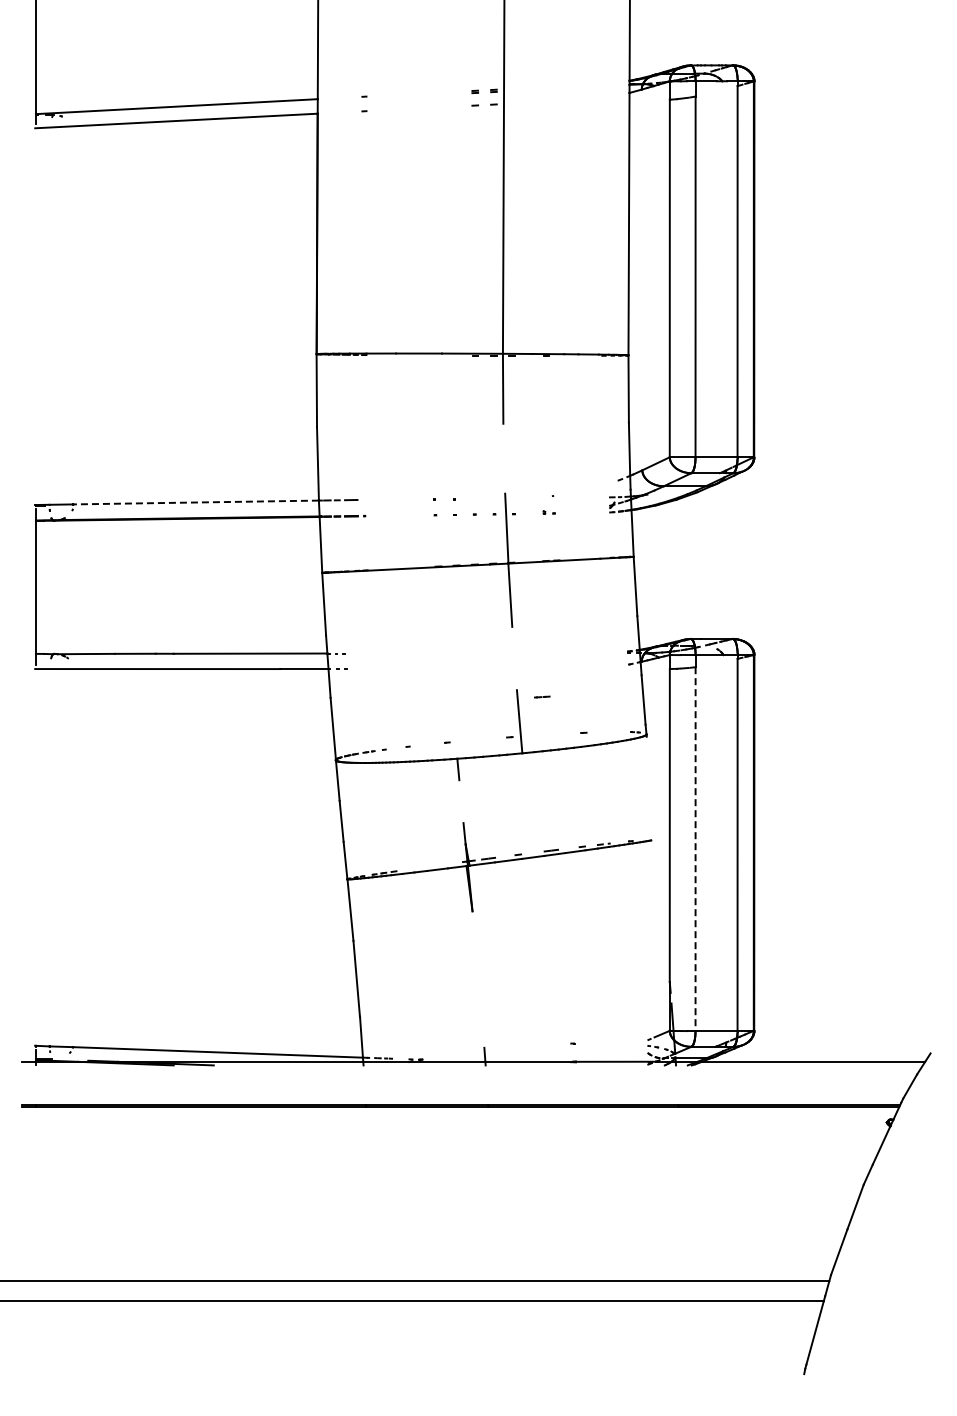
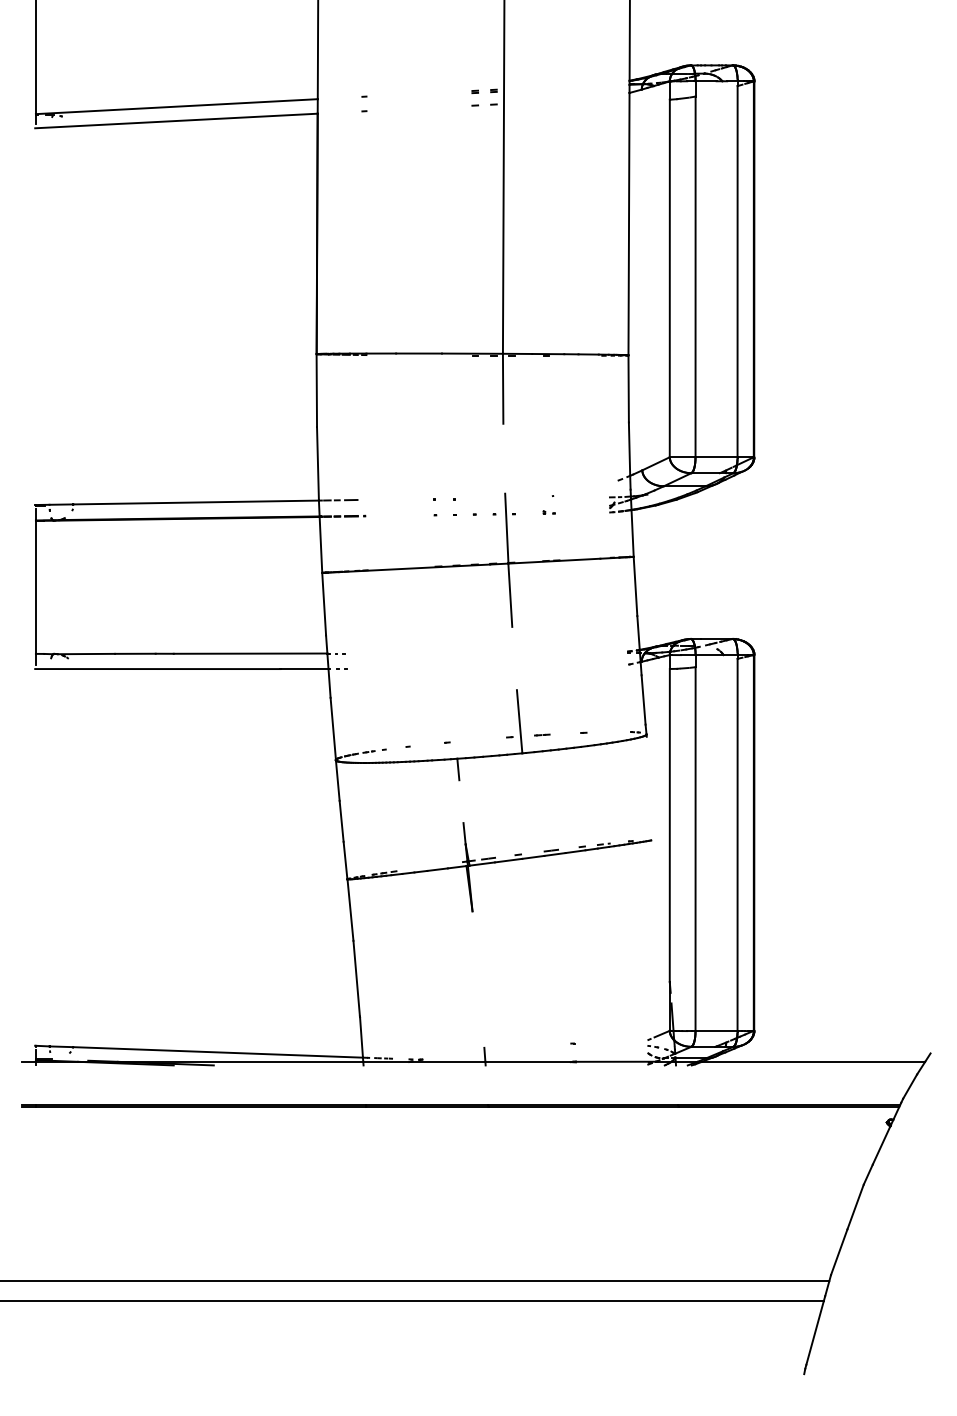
line at (196, 502): dashed -> solid
line at (542, 696) position: (542, 696) -> (542, 734)
line at (695, 849): dashed -> solid
